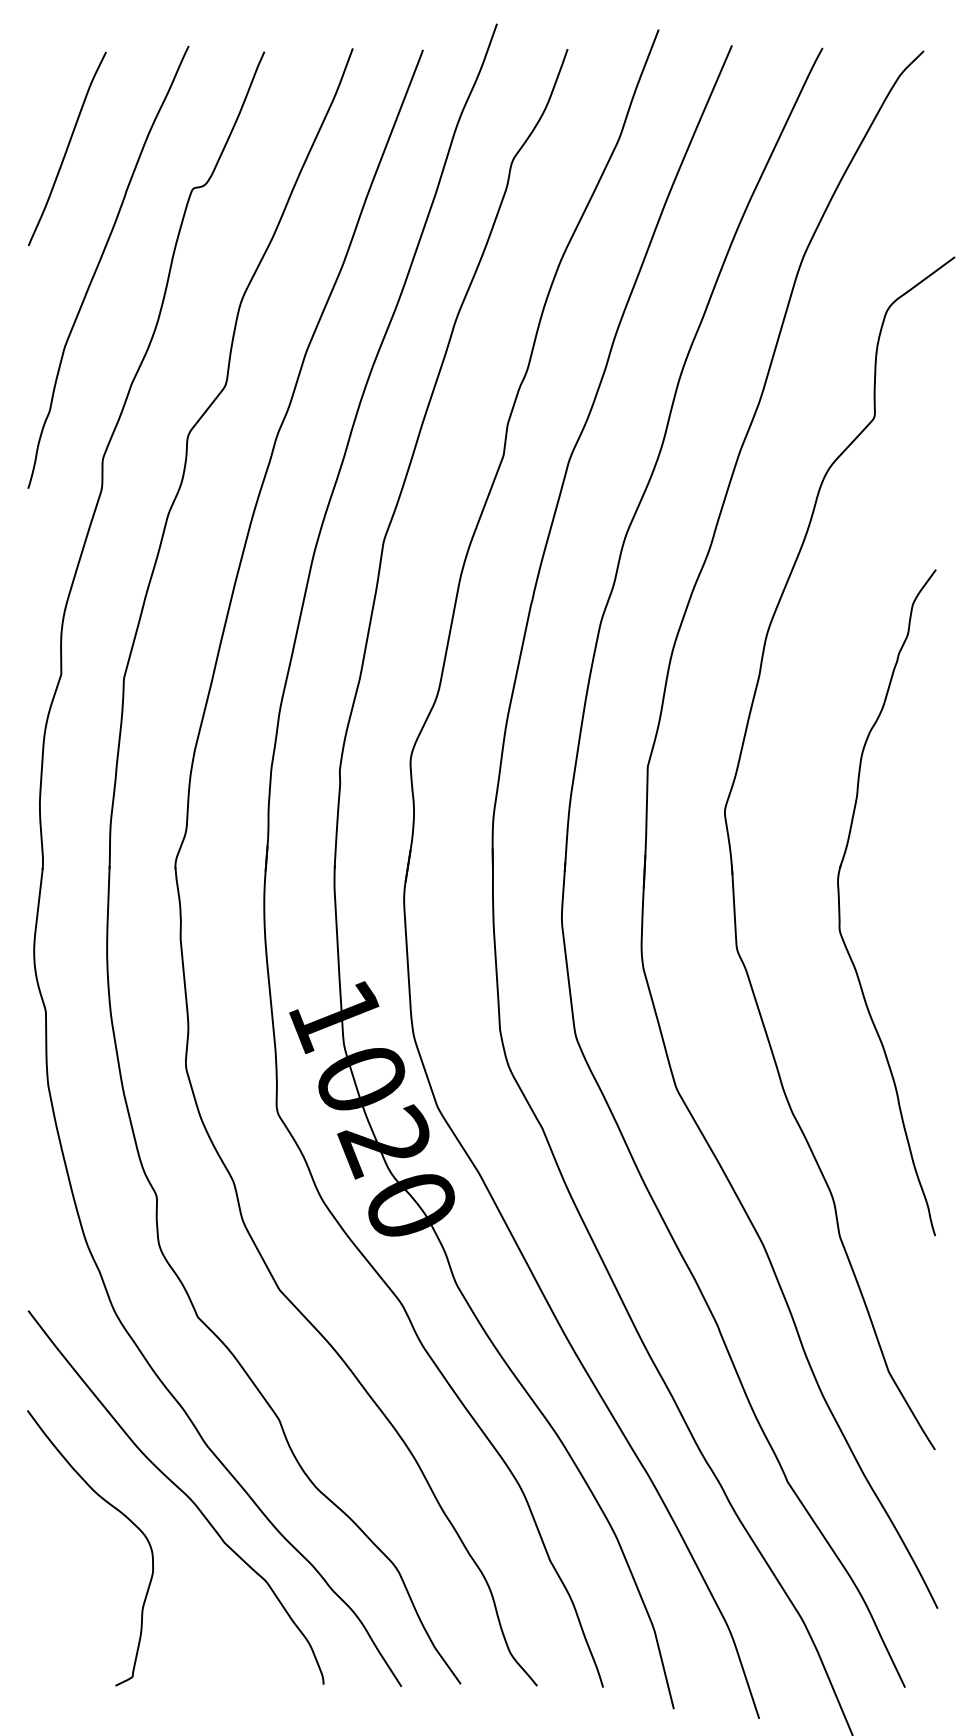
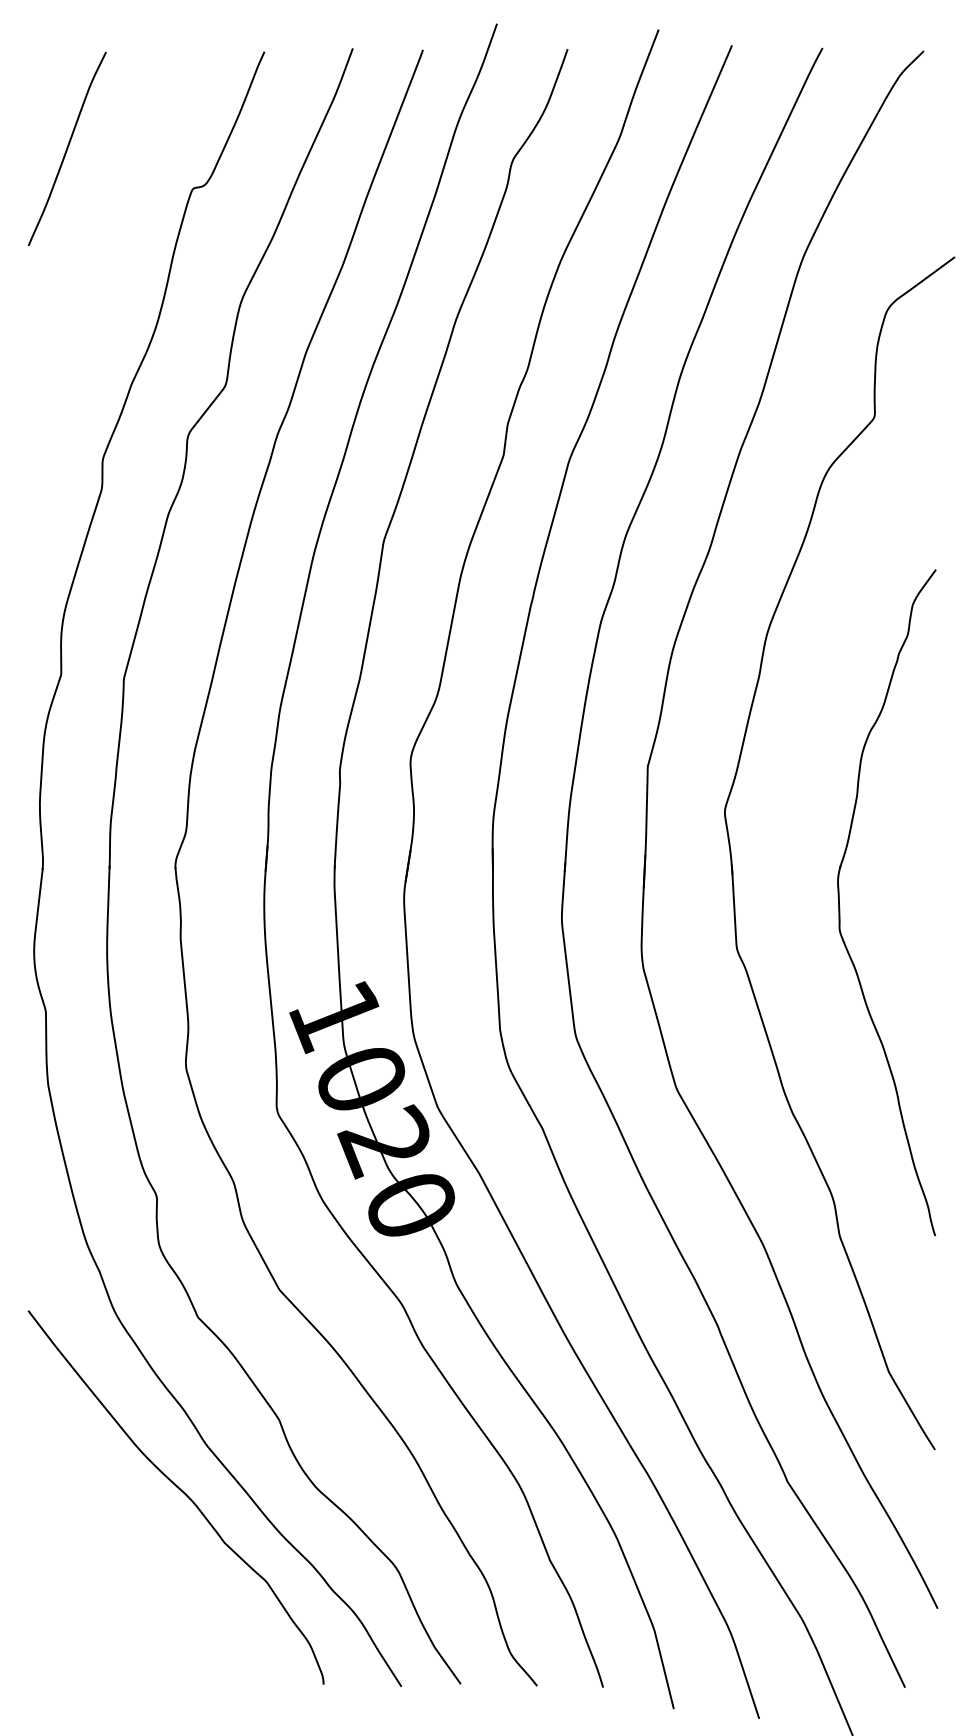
curve at (100, 262): present -> none
curve at (116, 1510): present -> none
